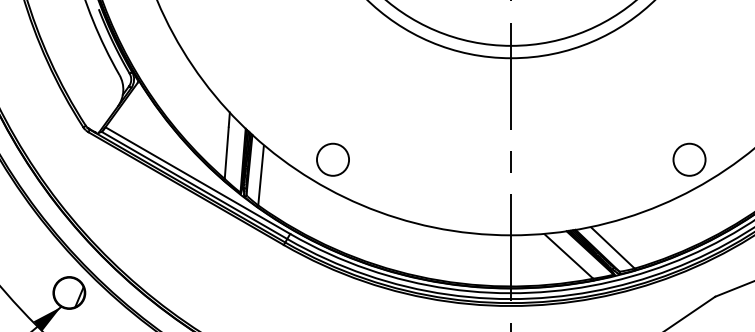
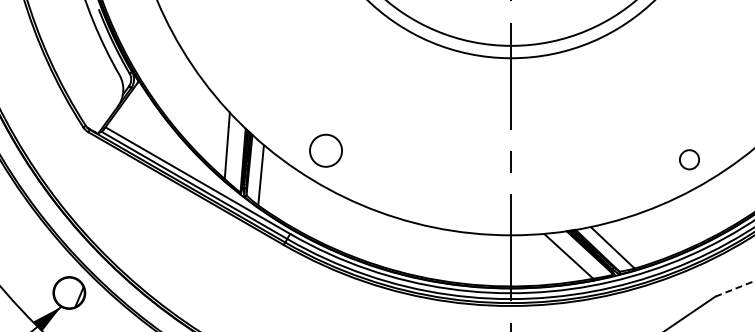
circle at (332, 159) position: (332, 159) -> (325, 150)
circle at (689, 159) diameter: 32 px -> 19 px
line at (735, 288): solid -> dashed
